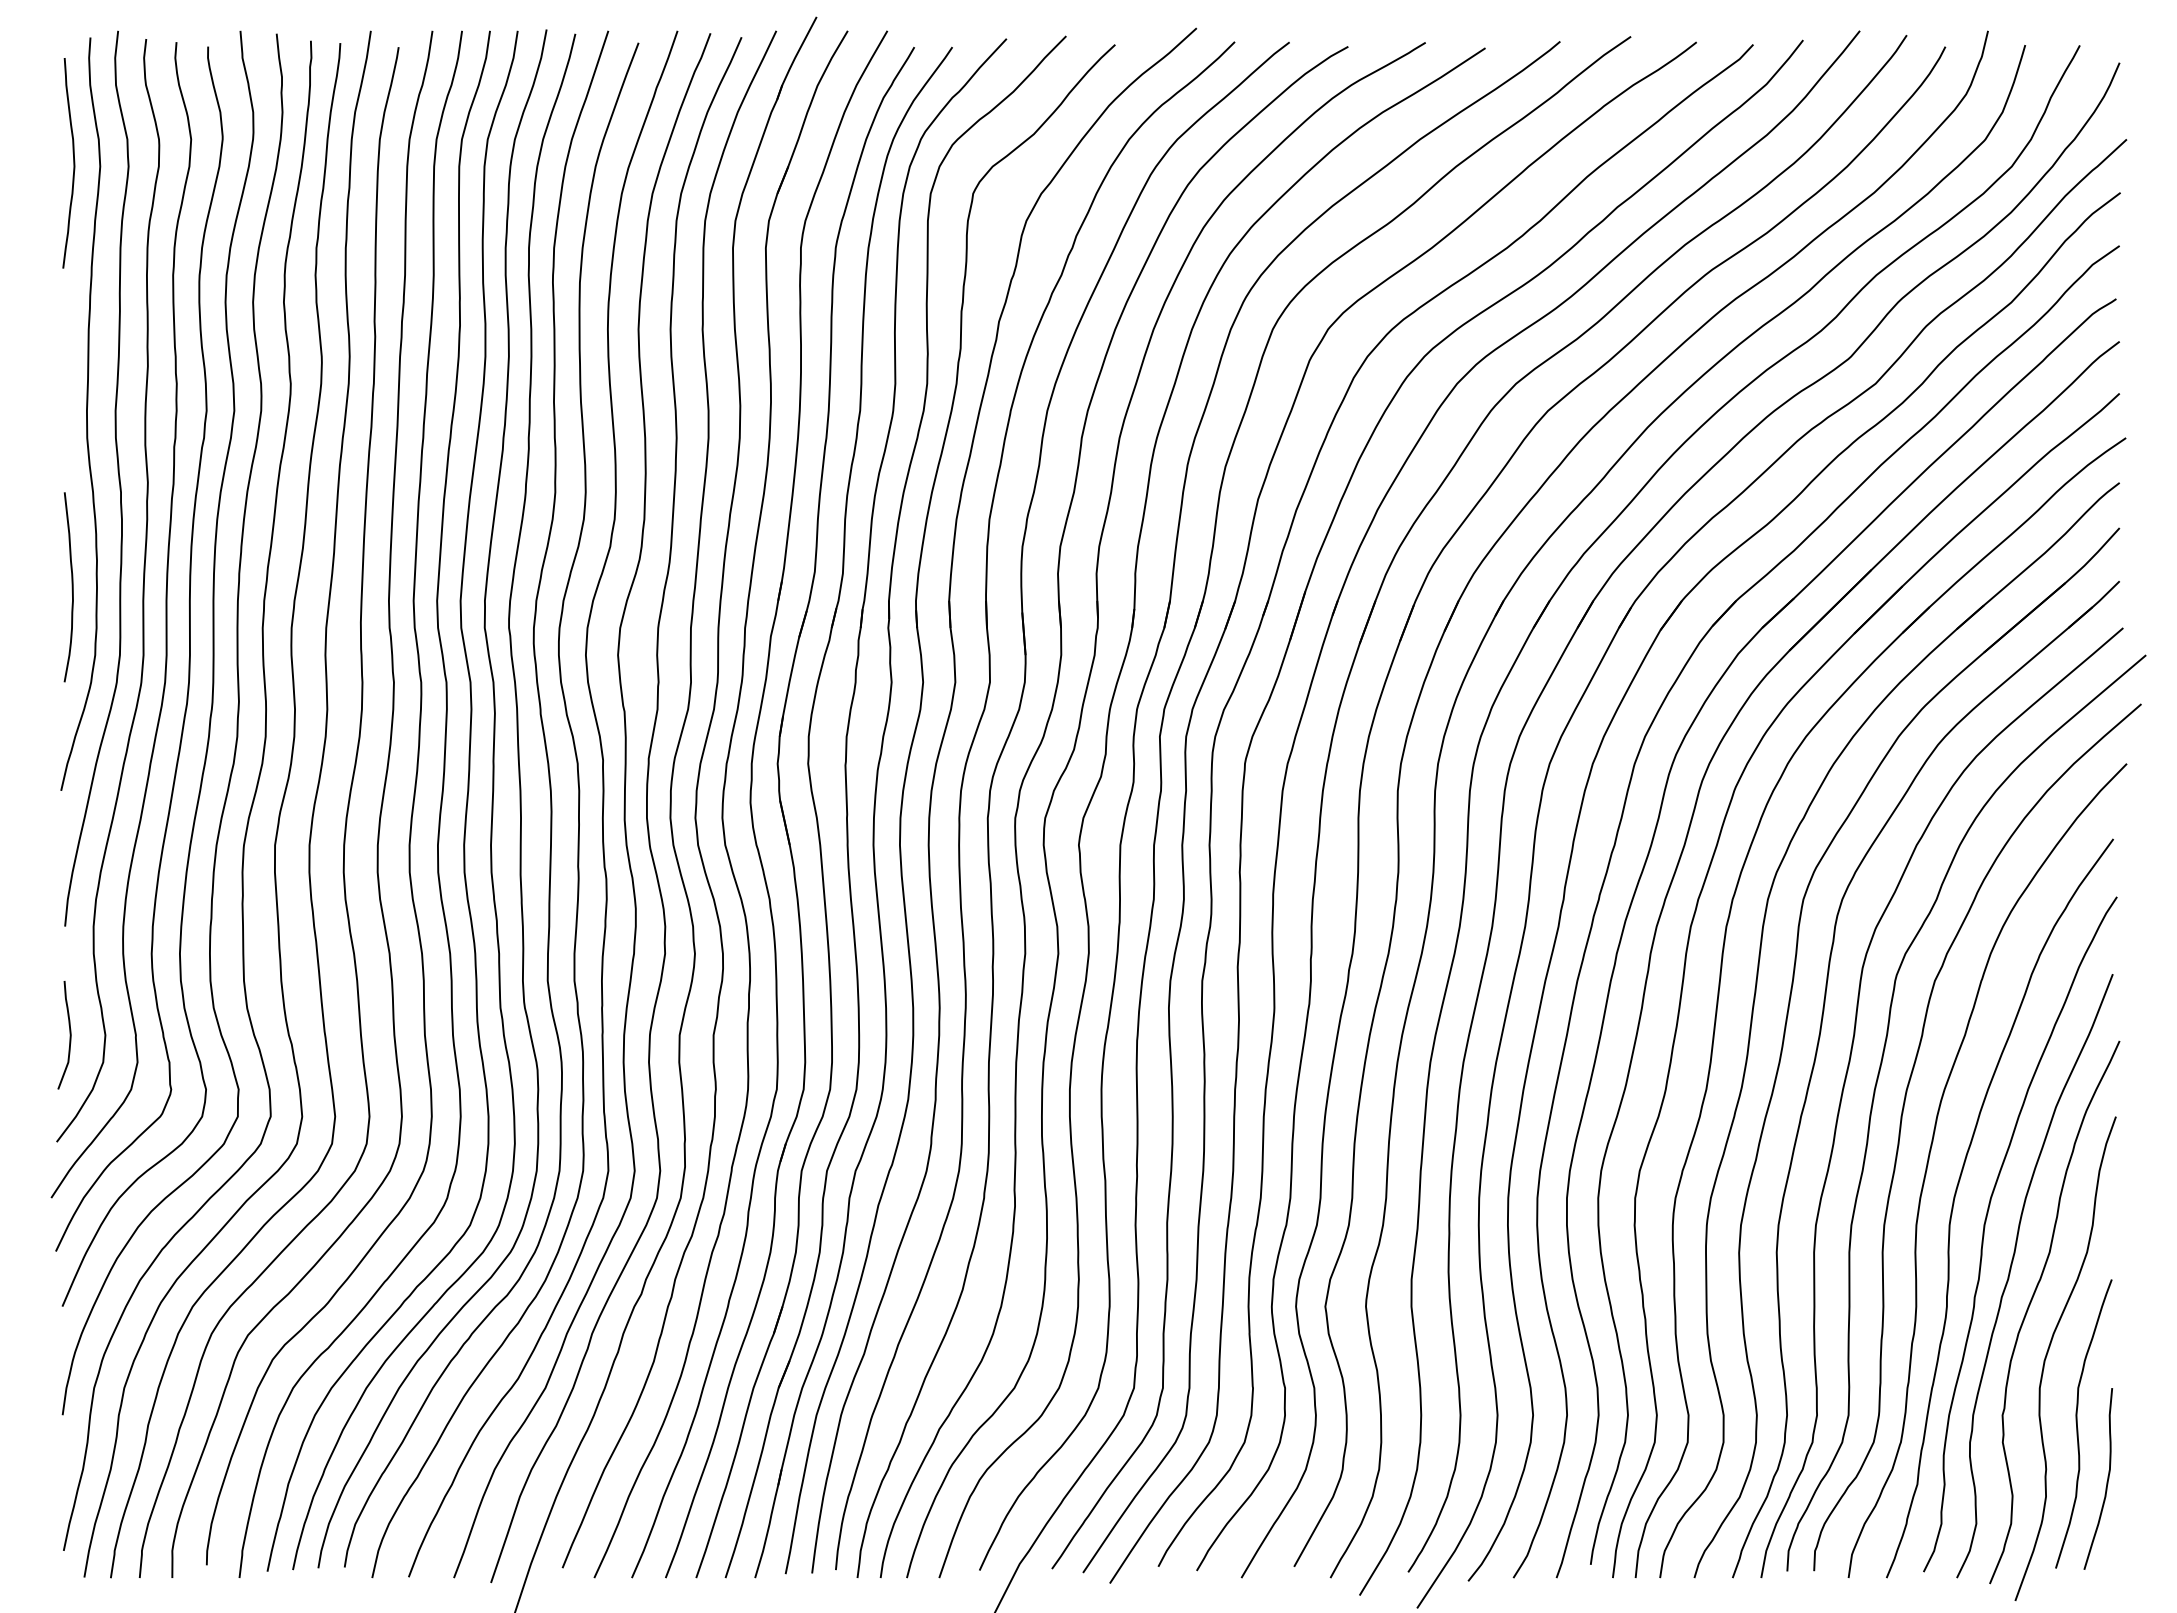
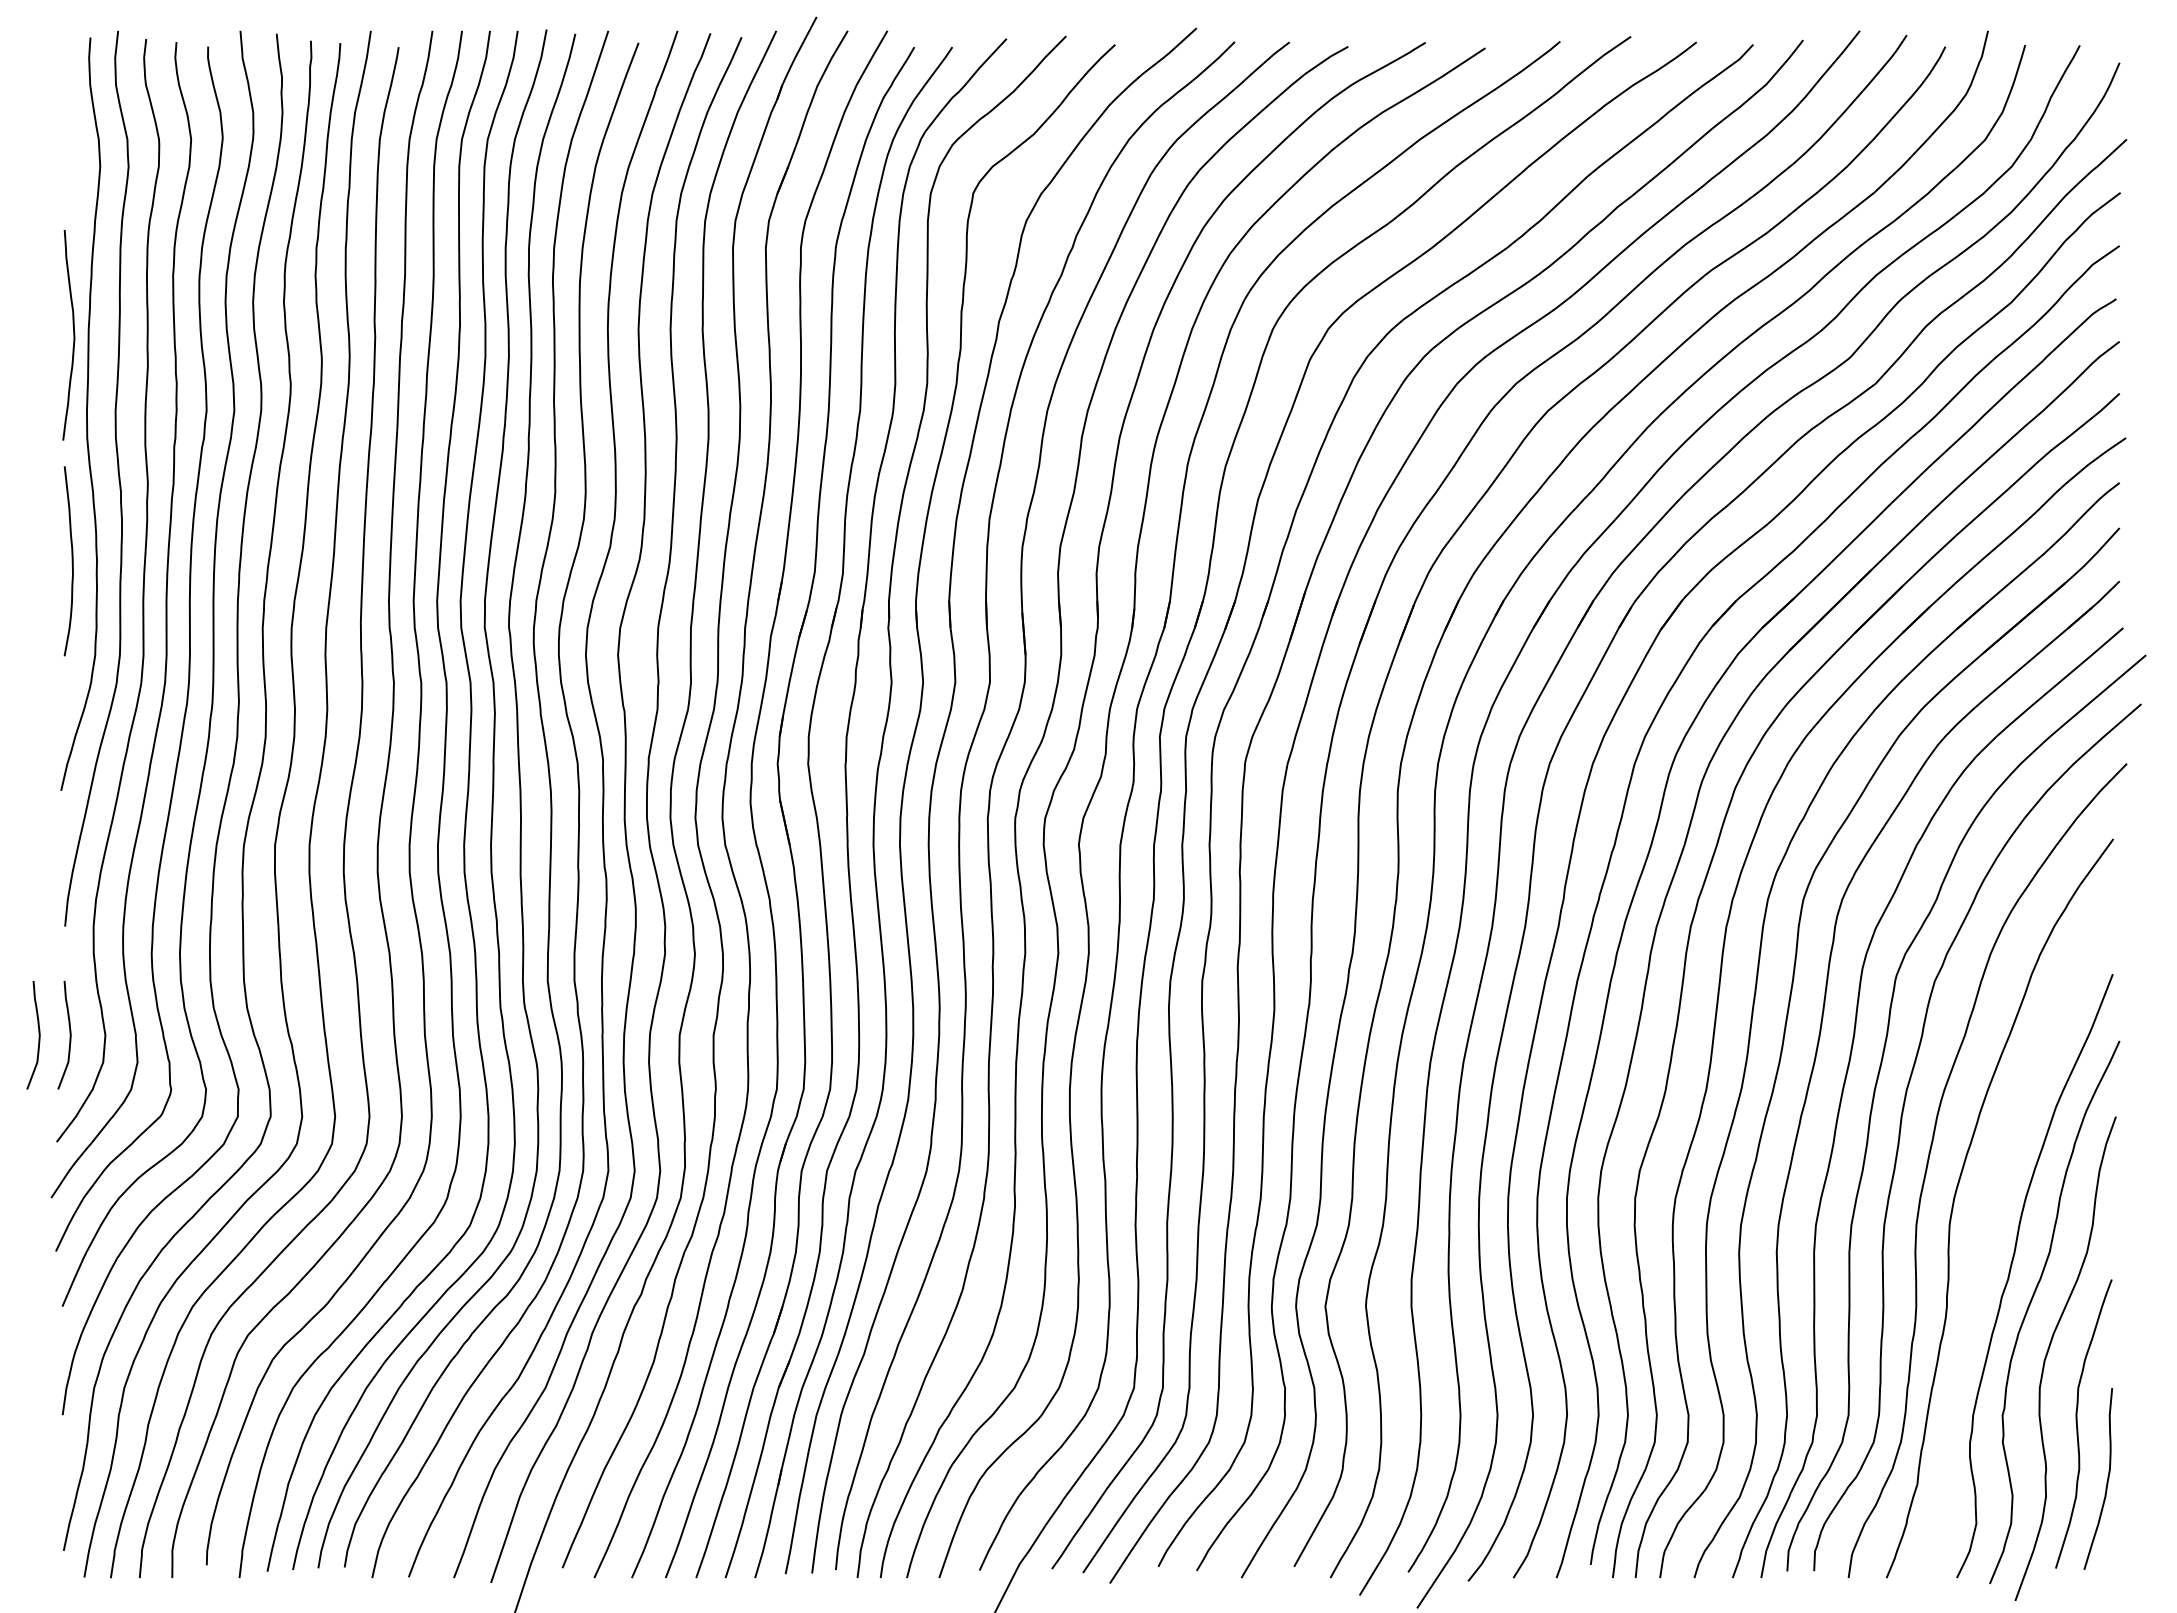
curve at (73, 163) position: (73, 163) -> (73, 335)
curve at (71, 587) position: (71, 587) -> (71, 561)
curve at (38, 1035): none -> present
curve at (1985, 1227): present -> none
